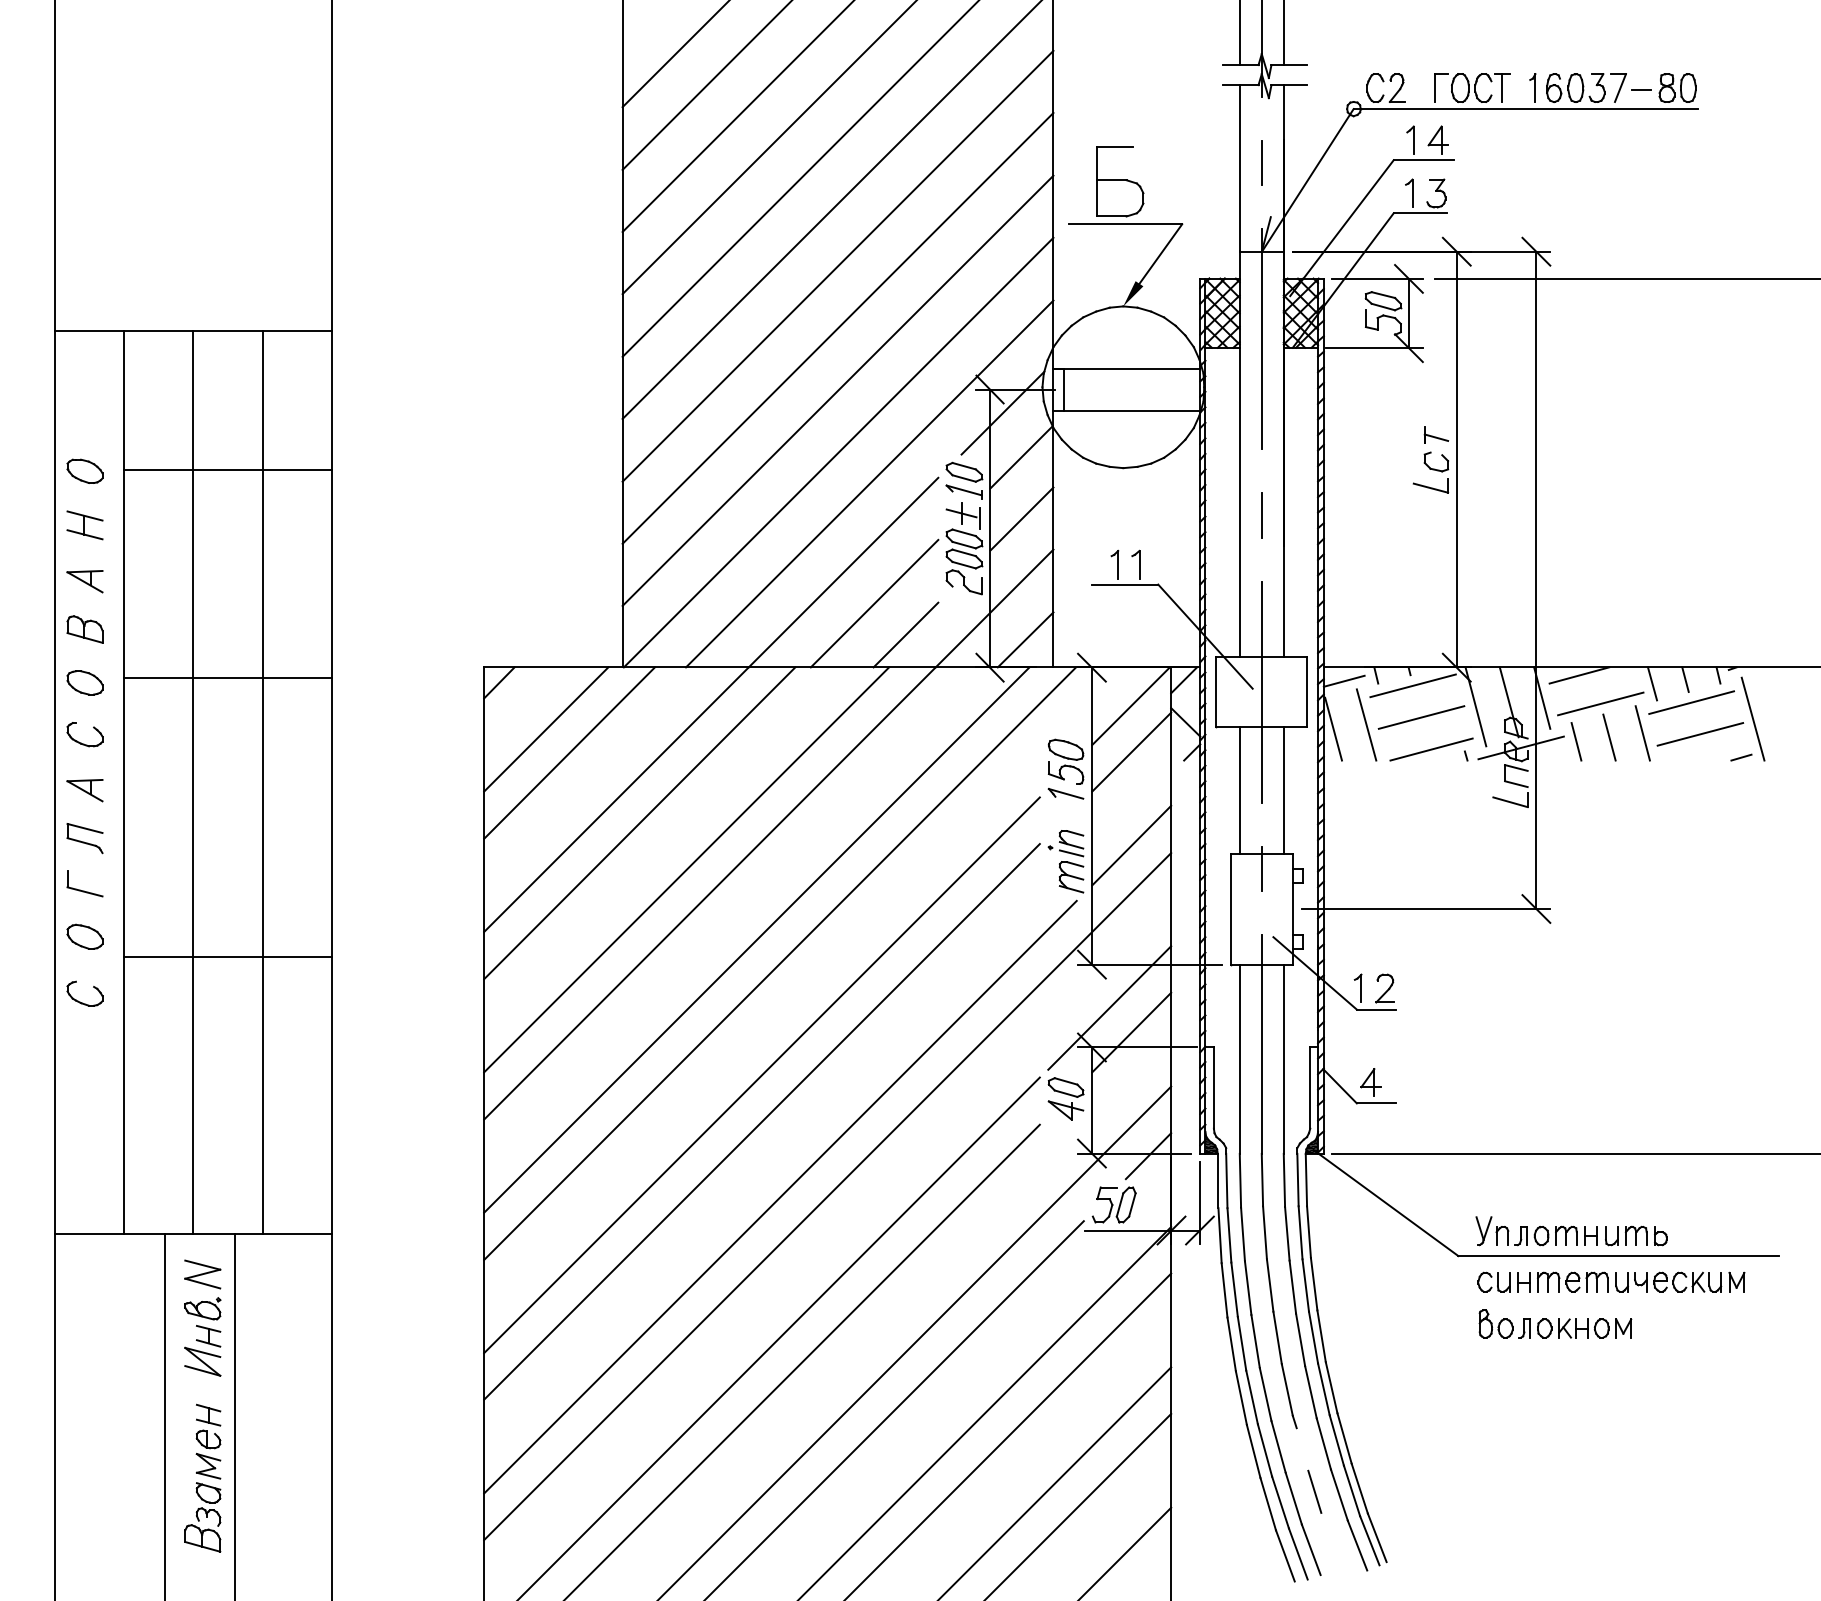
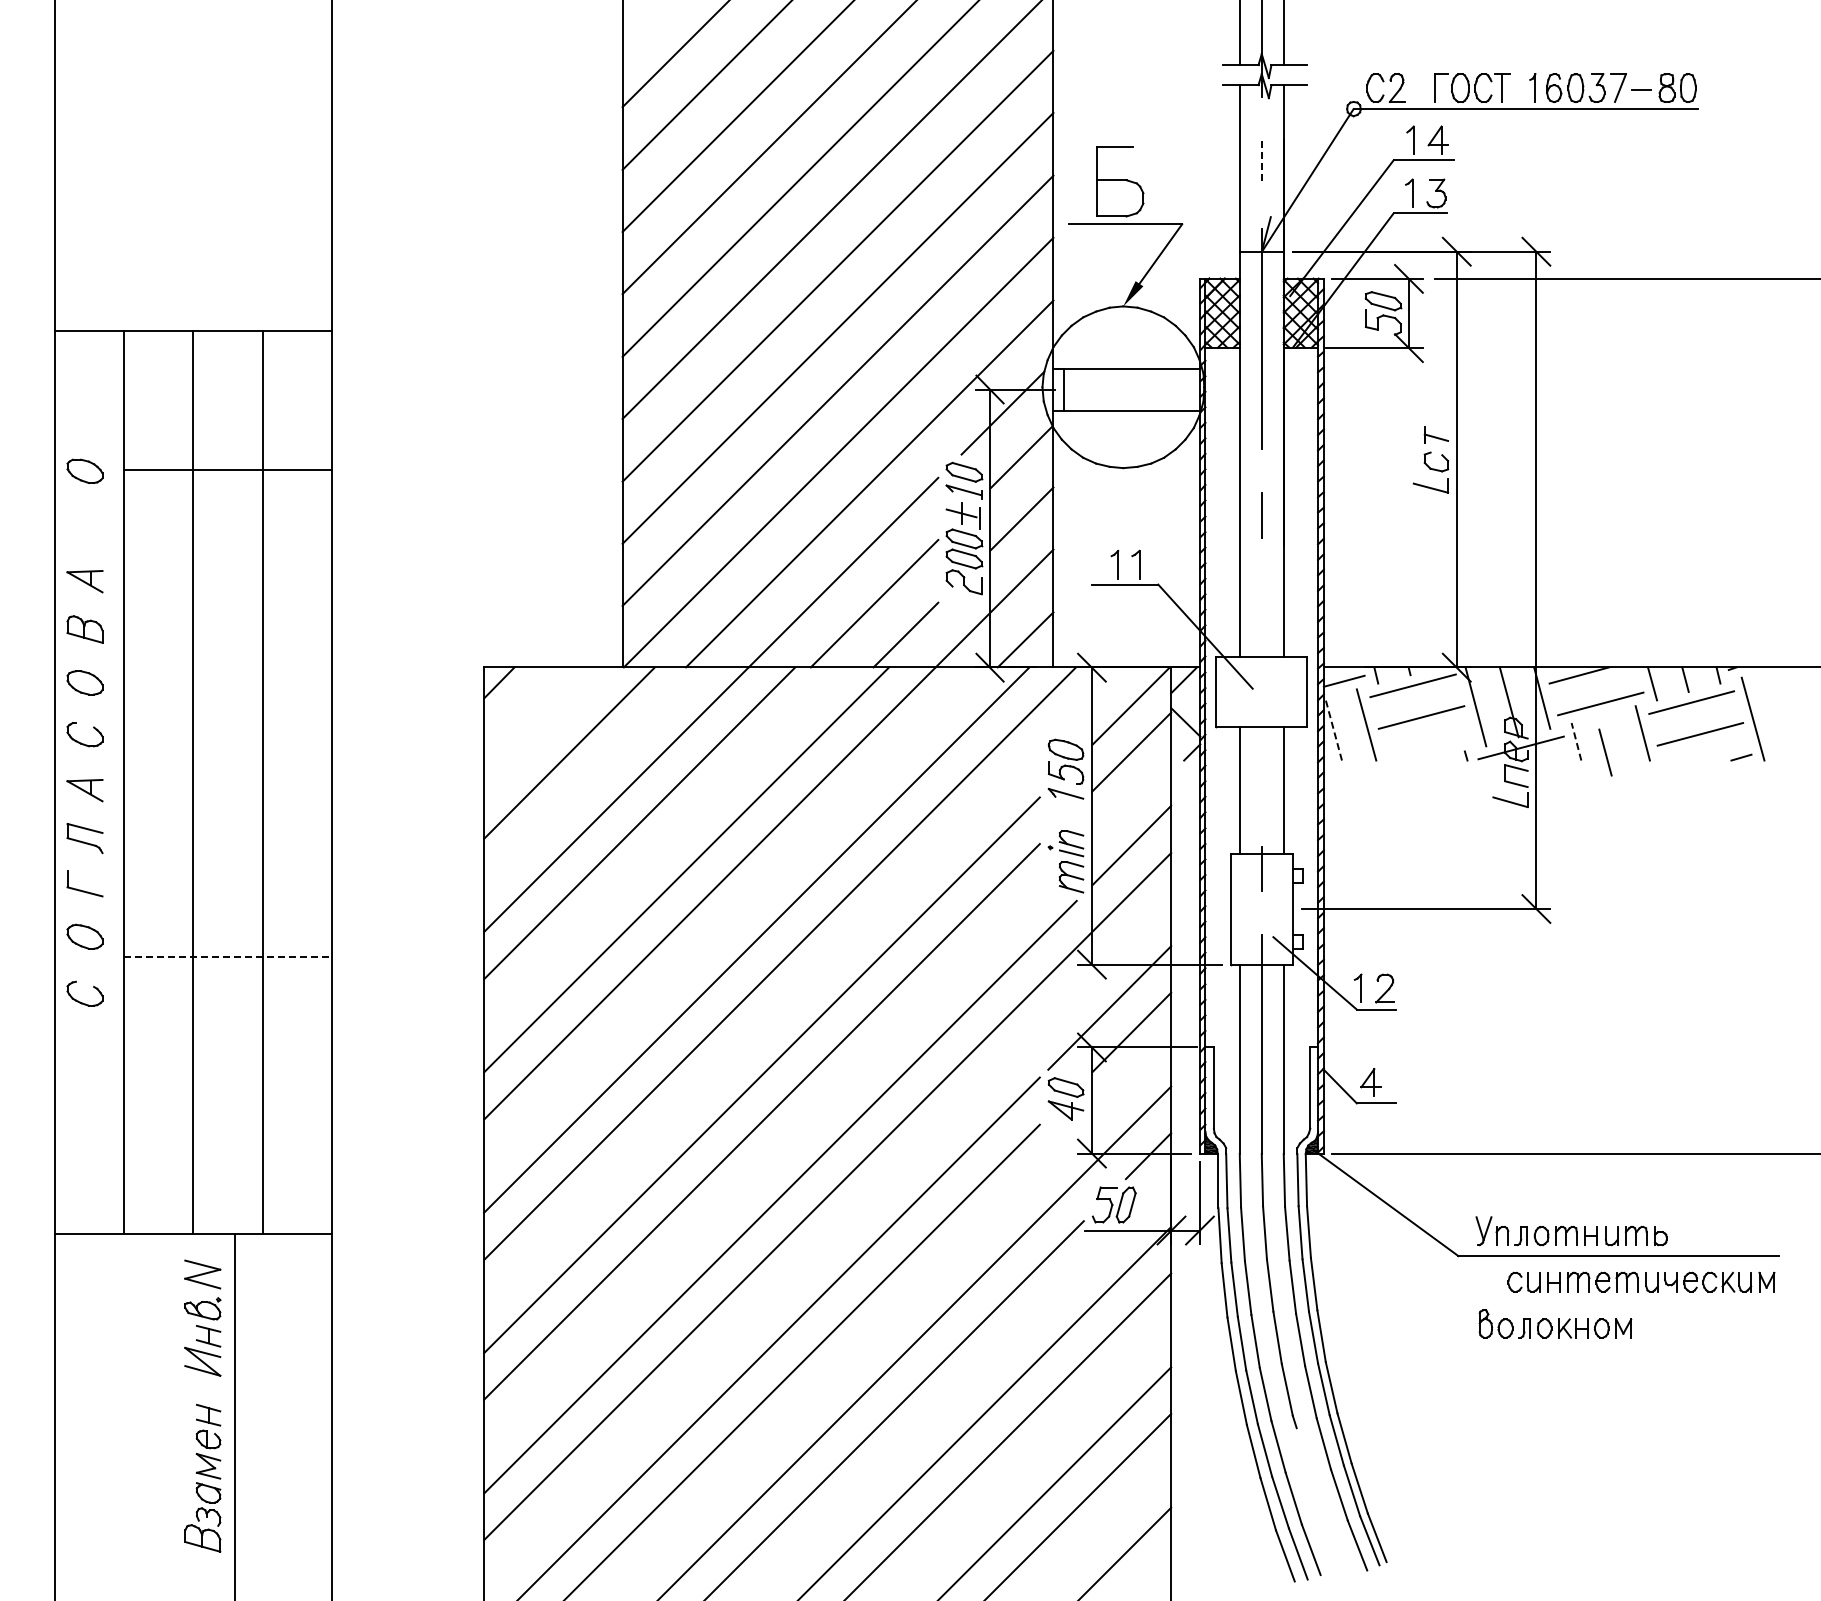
line at (1261, 162): solid -> dashed
part at (84, 525): present -> none
line at (227, 678): present -> none
line at (1261, 692): present -> none
line at (1333, 728): solid -> dashed
line at (546, 729): present -> none
line at (1609, 737) position: (1609, 737) -> (1605, 752)
line at (1576, 741): solid -> dashed
line at (1431, 749): present -> none
line at (228, 956): solid -> dashed
part at (1611, 1281) position: (1611, 1281) -> (1641, 1281)
line at (165, 1415): present -> none
line at (1314, 1491): present -> none
